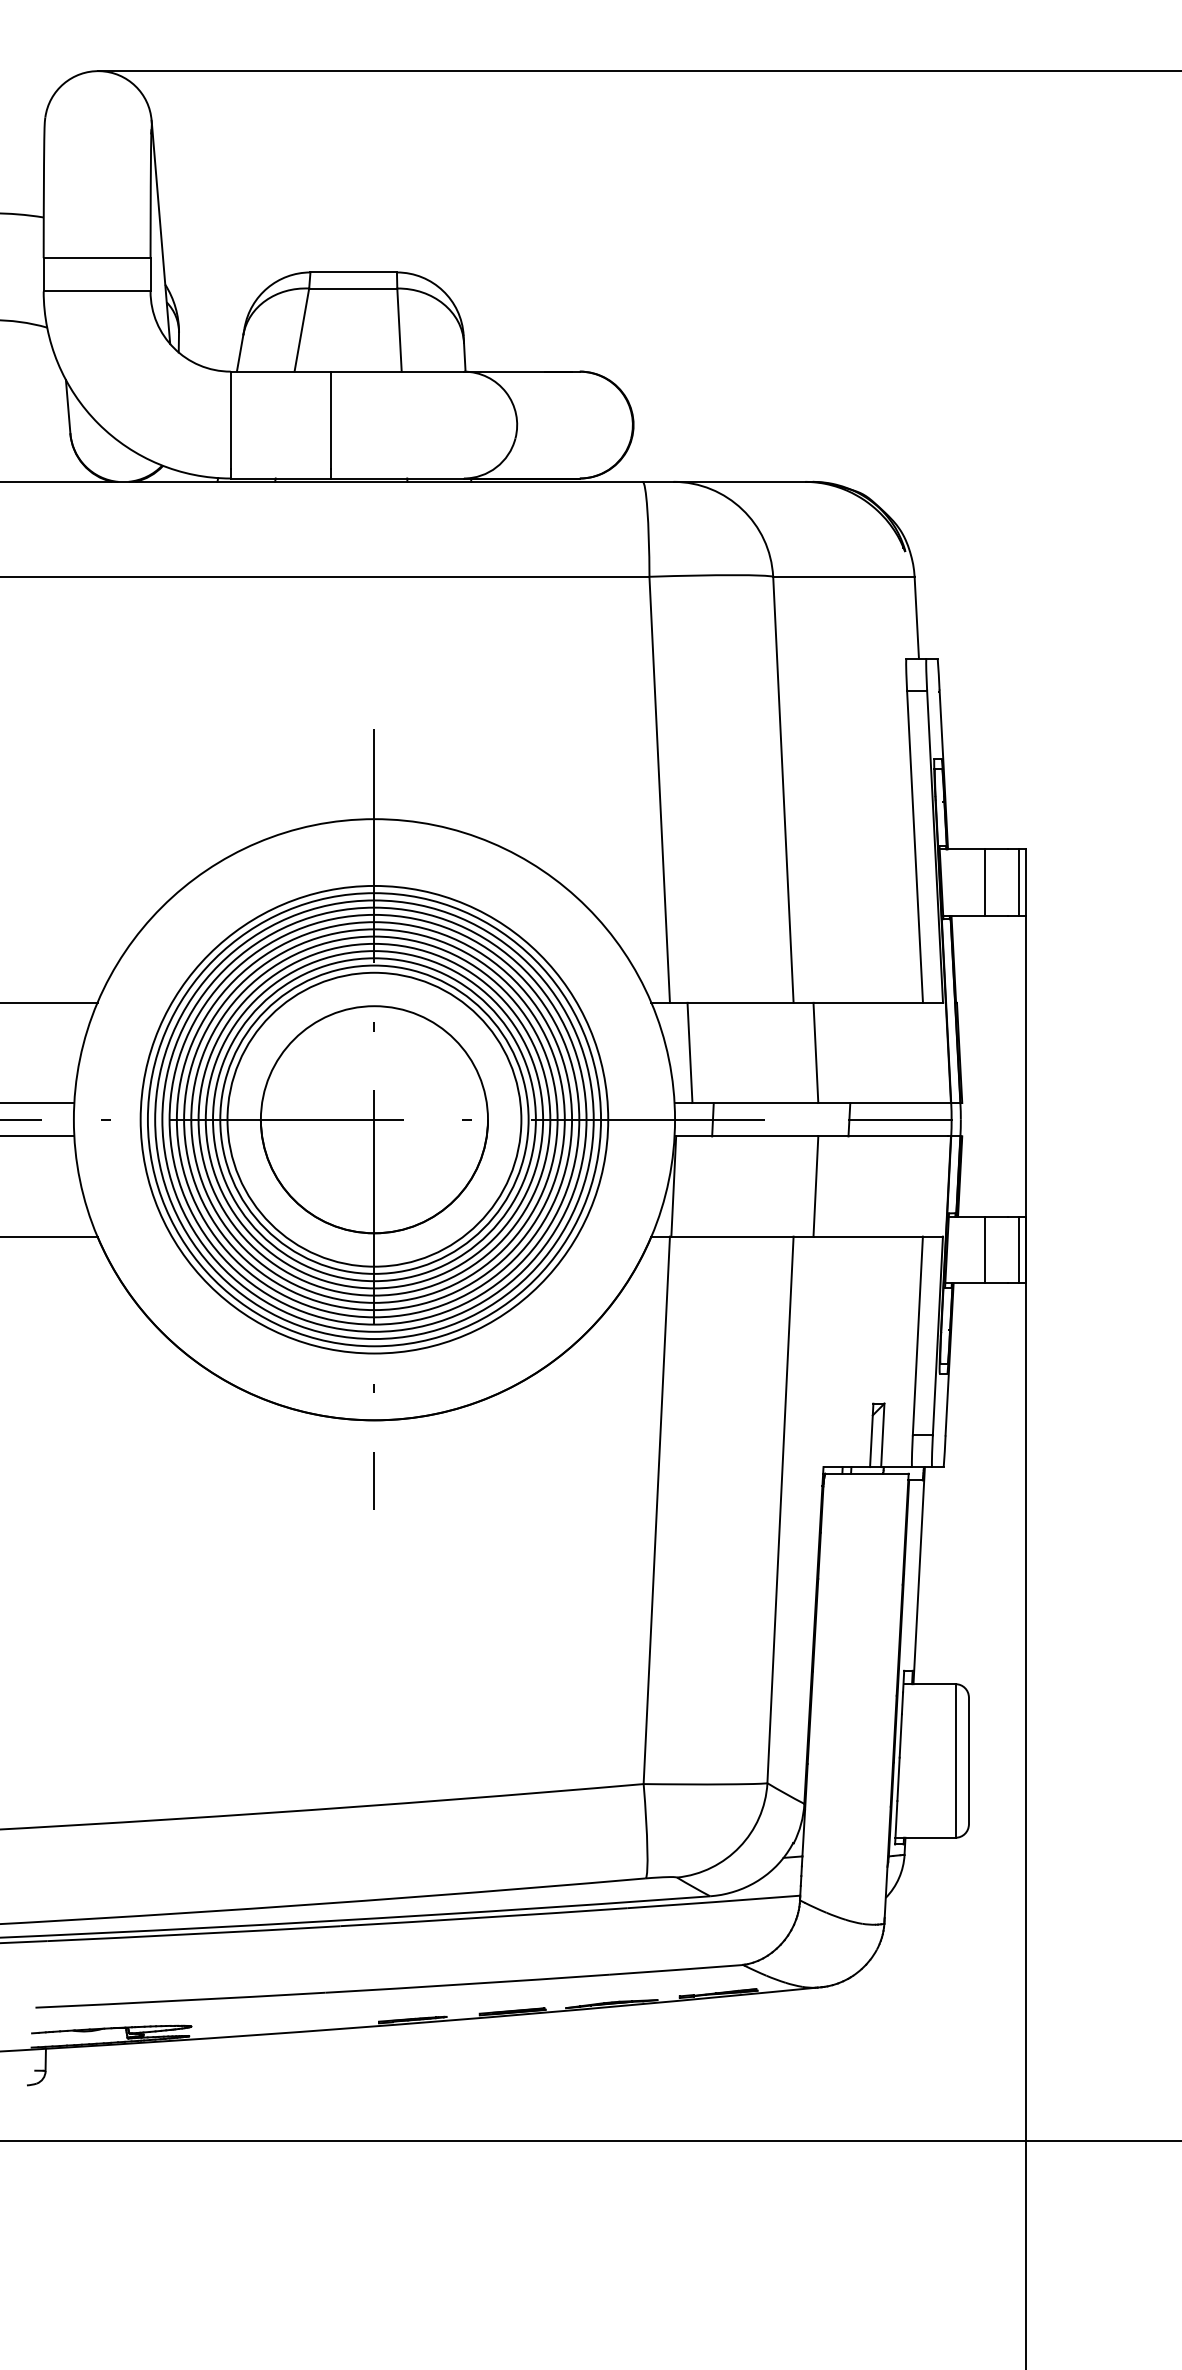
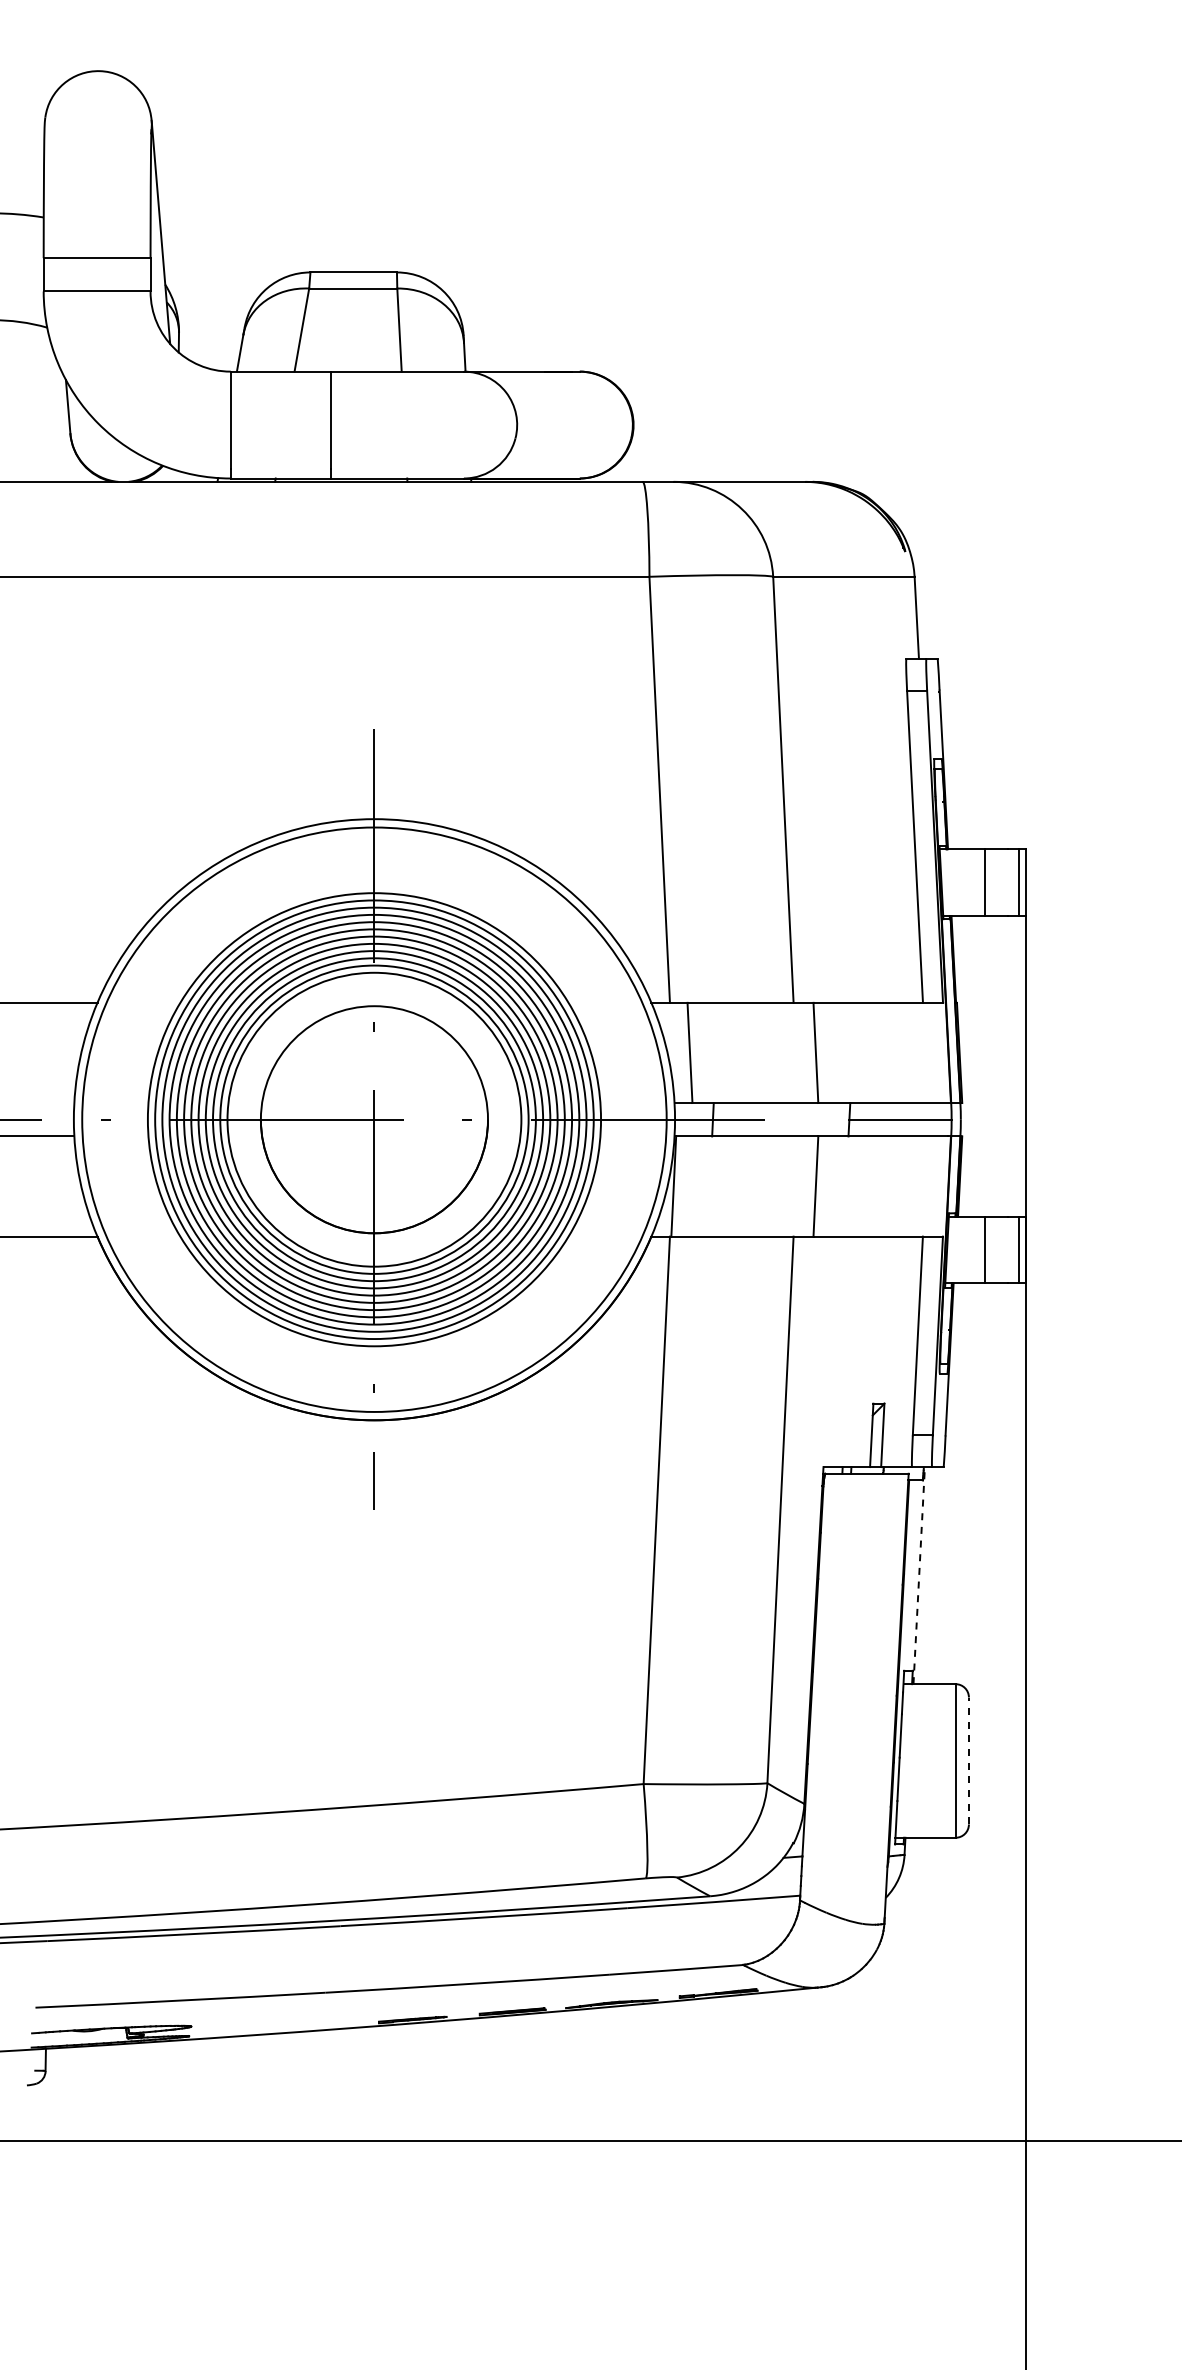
line at (638, 71): present -> none
line at (38, 1103): present -> none
circle at (374, 1119) diameter: 468 px -> 584 px
line at (919, 1575): solid -> dashed
line at (968, 1760): solid -> dashed
